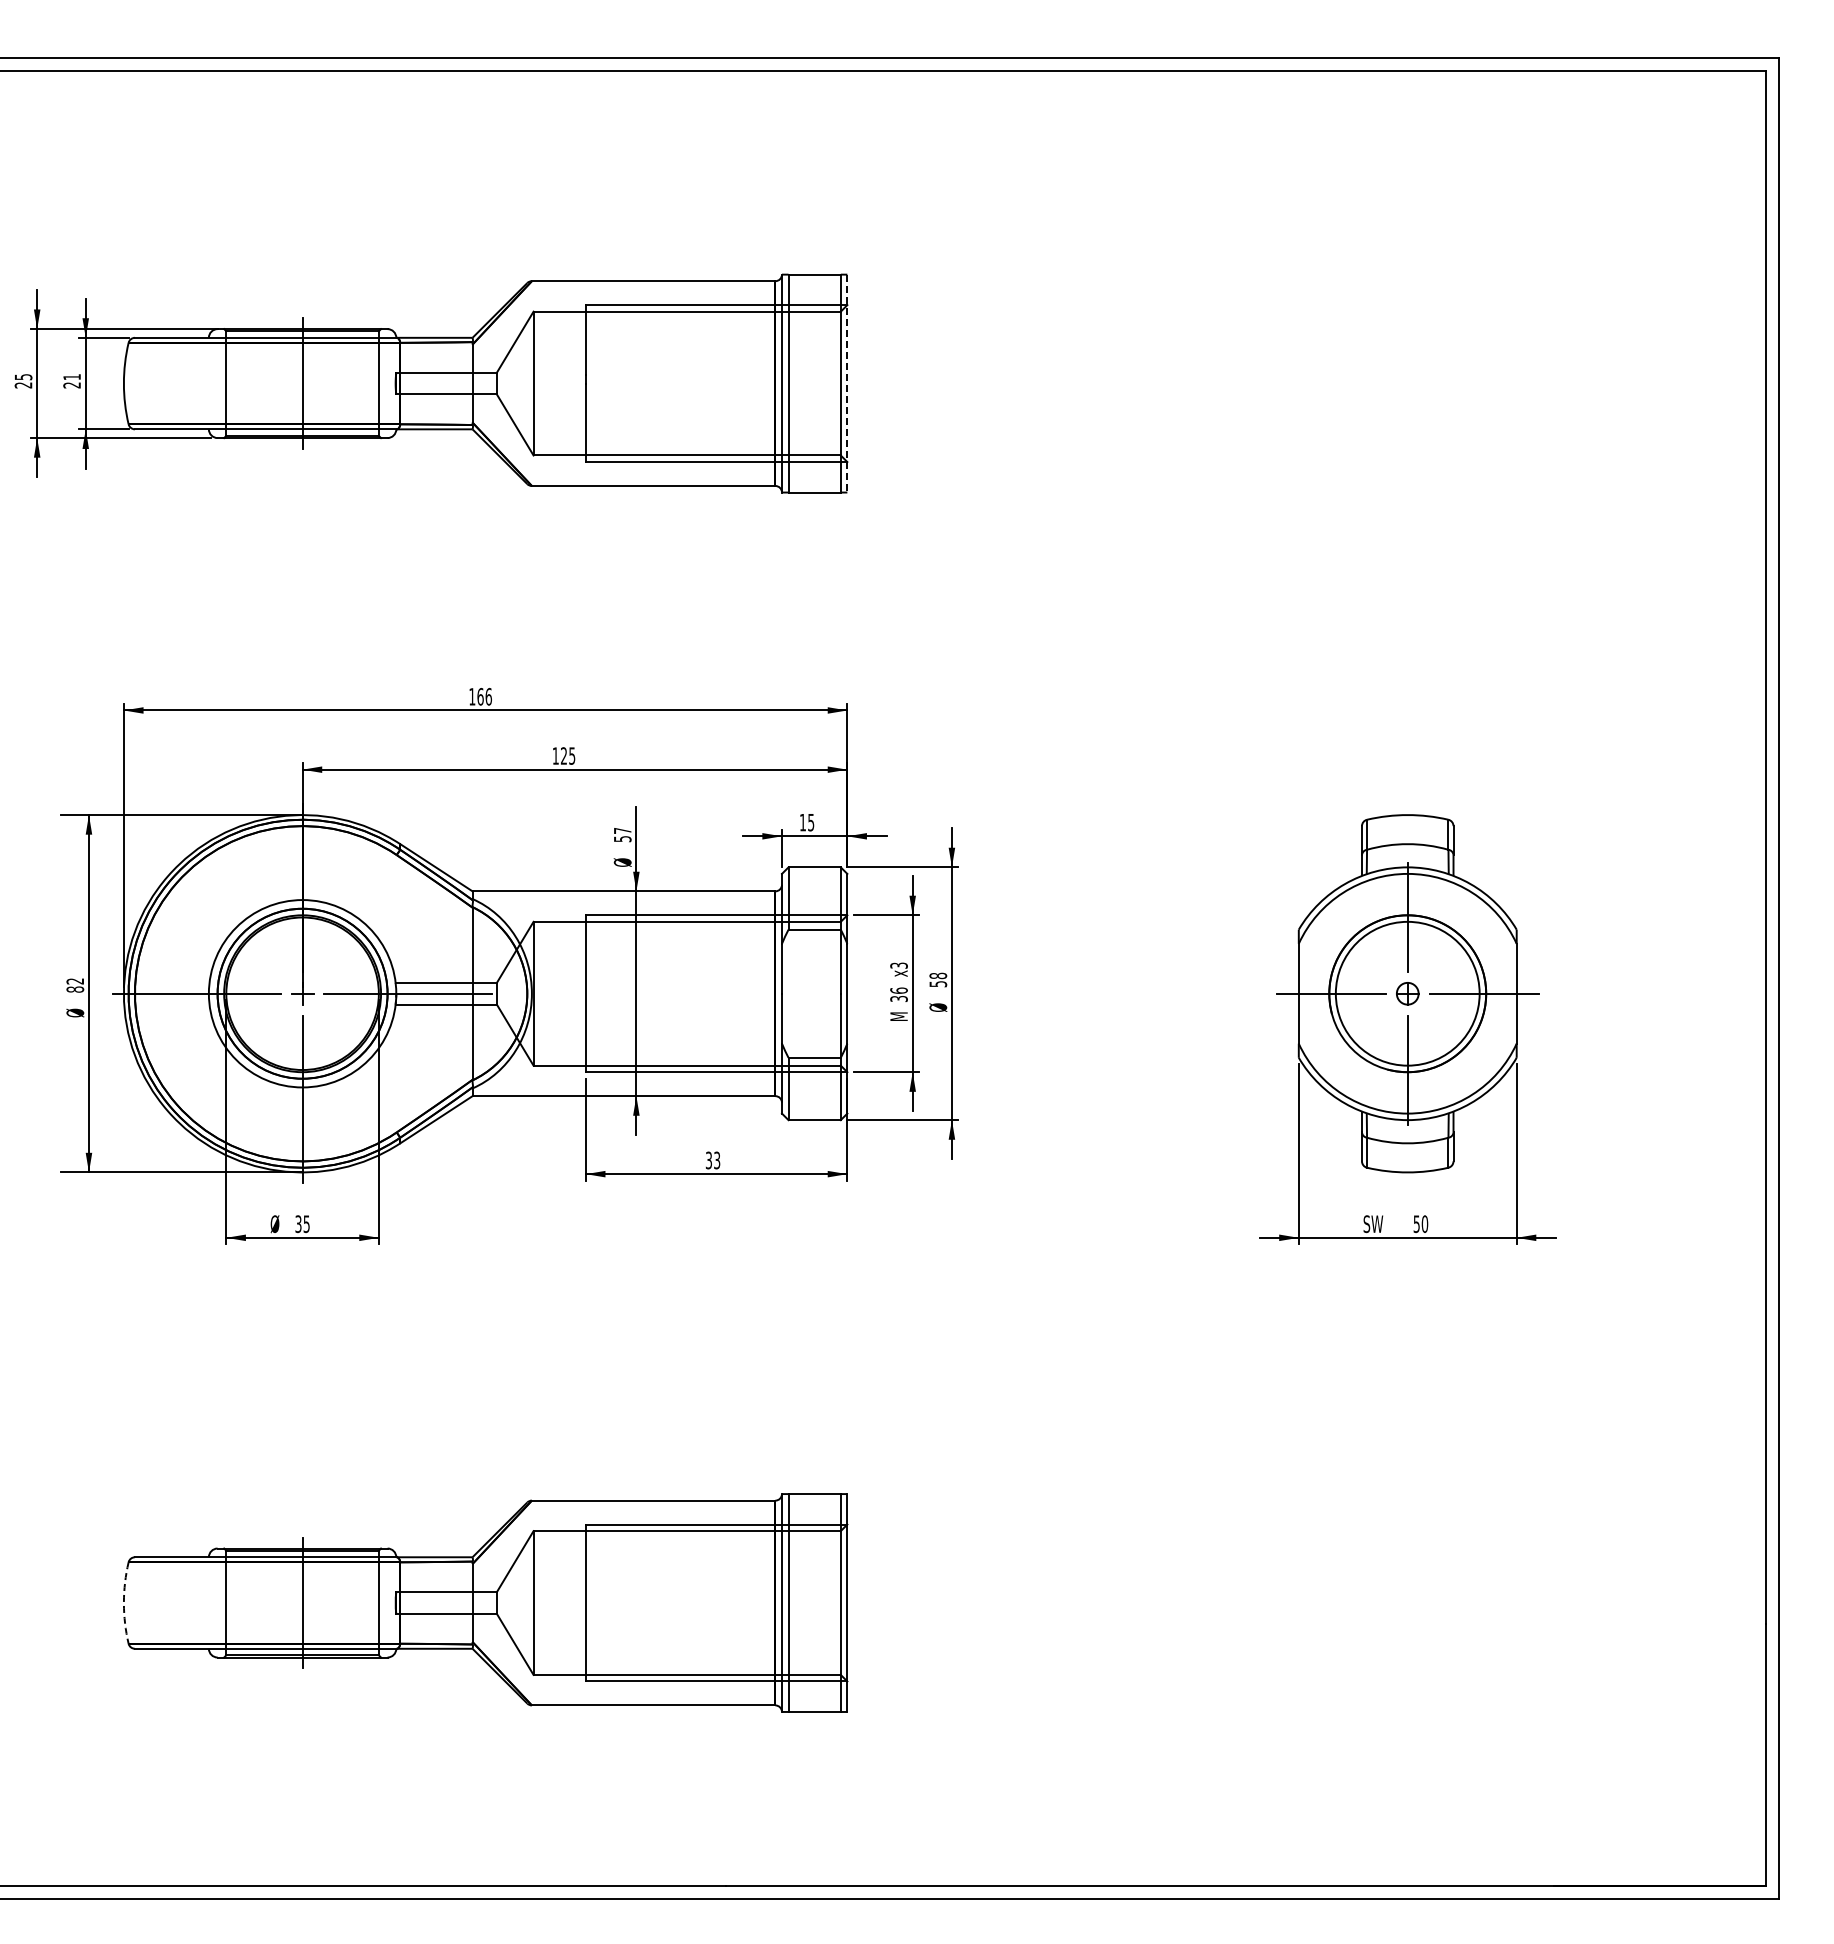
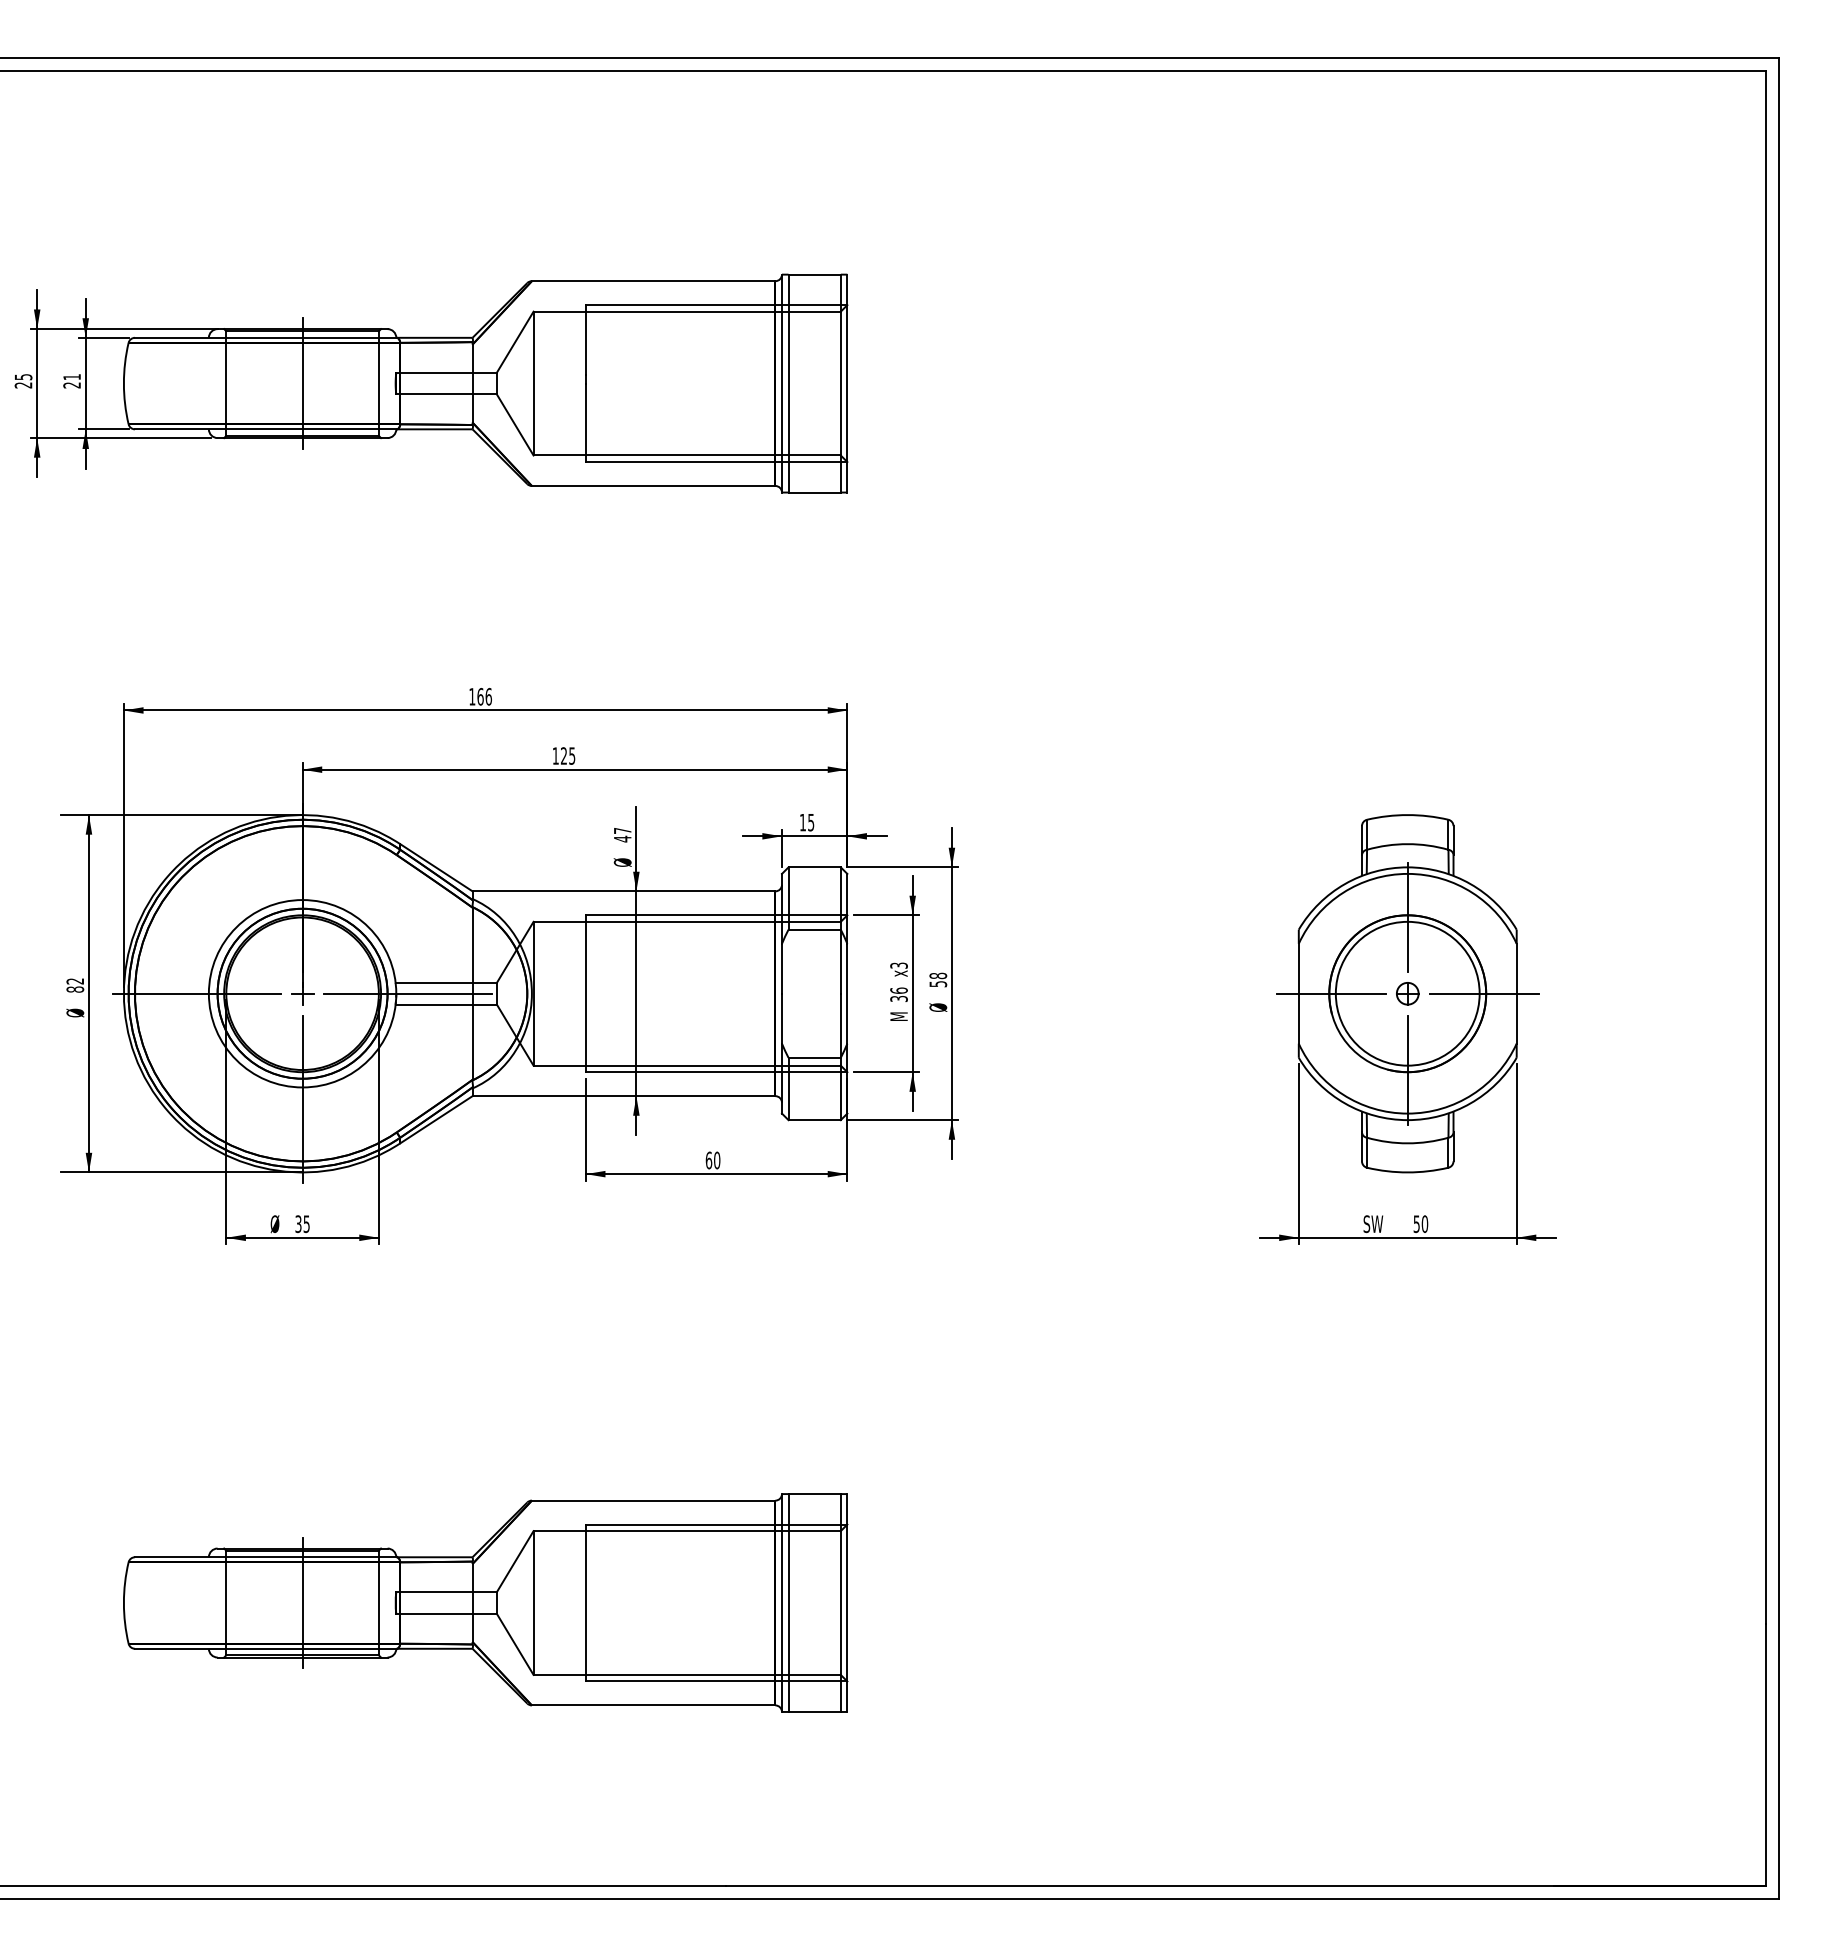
line at (847, 383): dashed -> solid
text at (622, 838): 57 -> 47
text at (712, 1160): 33 -> 60
arc at (123, 1603): dashed -> solid
